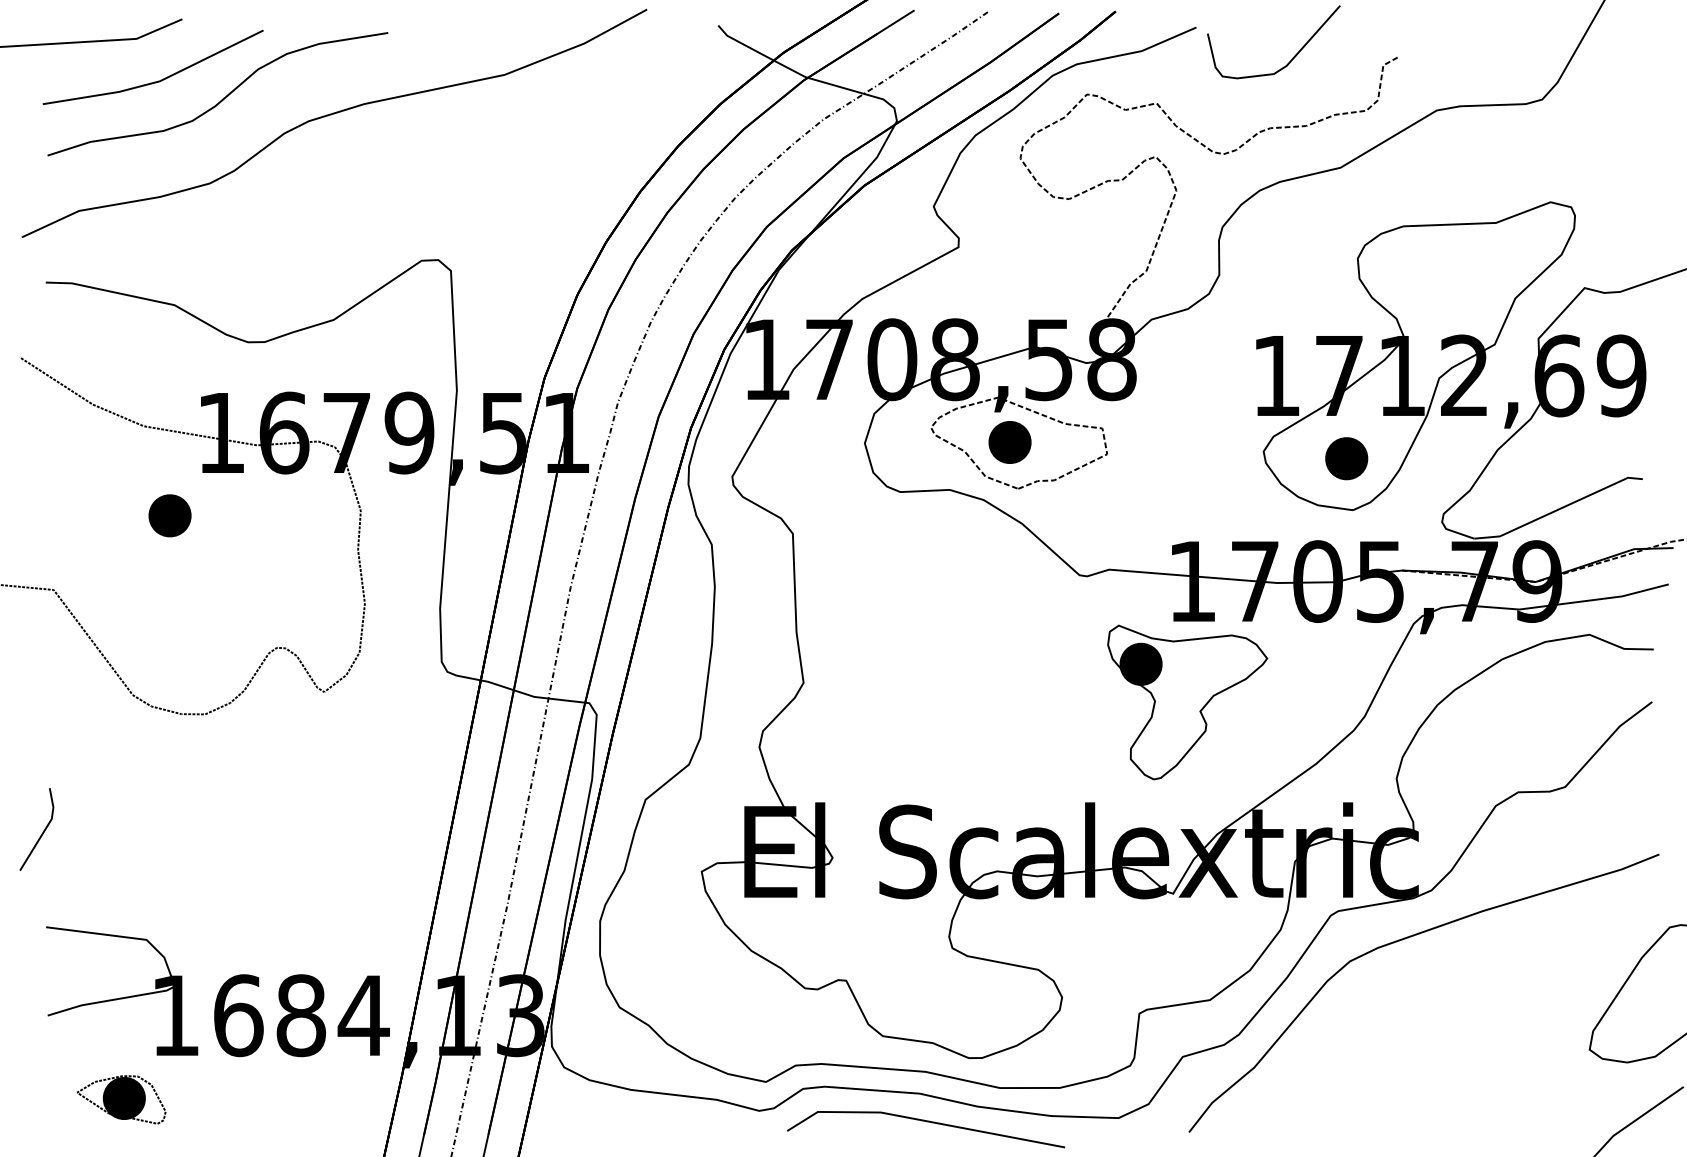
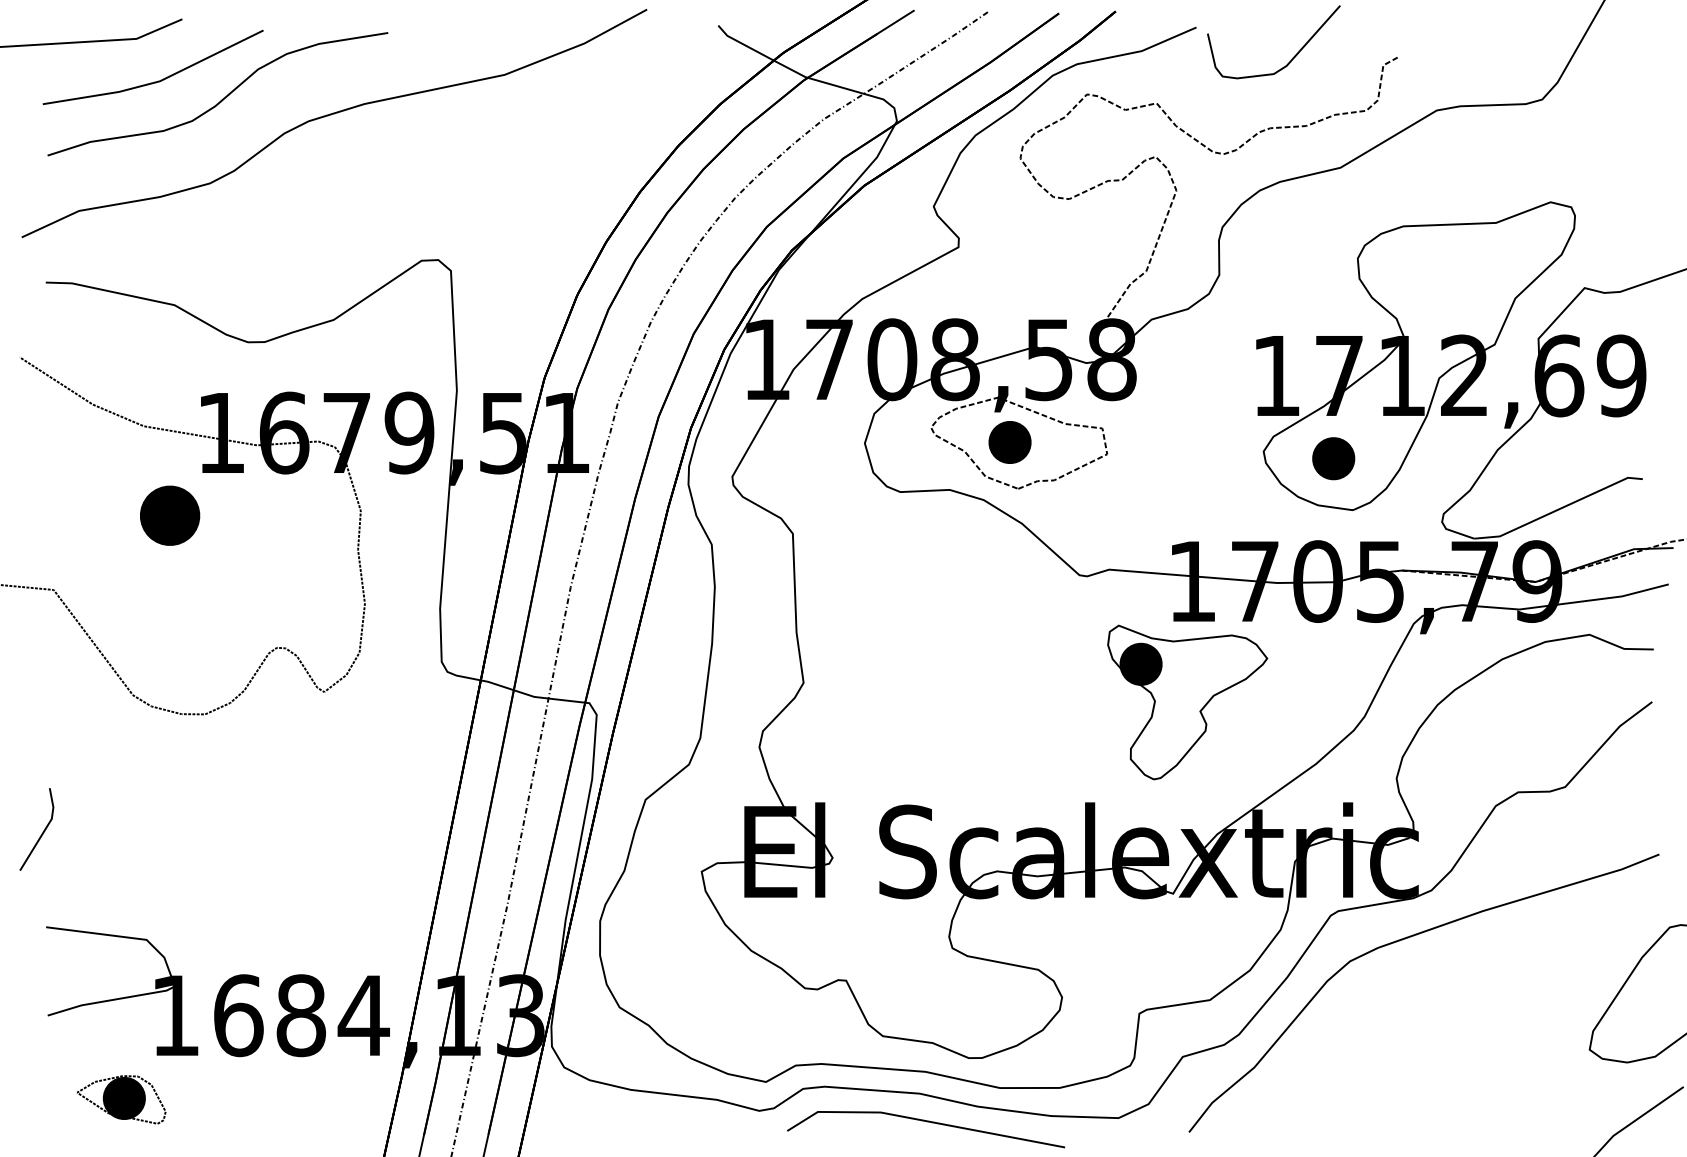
part at (1346, 458) position: (1346, 458) -> (1333, 458)
part at (169, 515) size: 44x44 px -> 61x61 px
